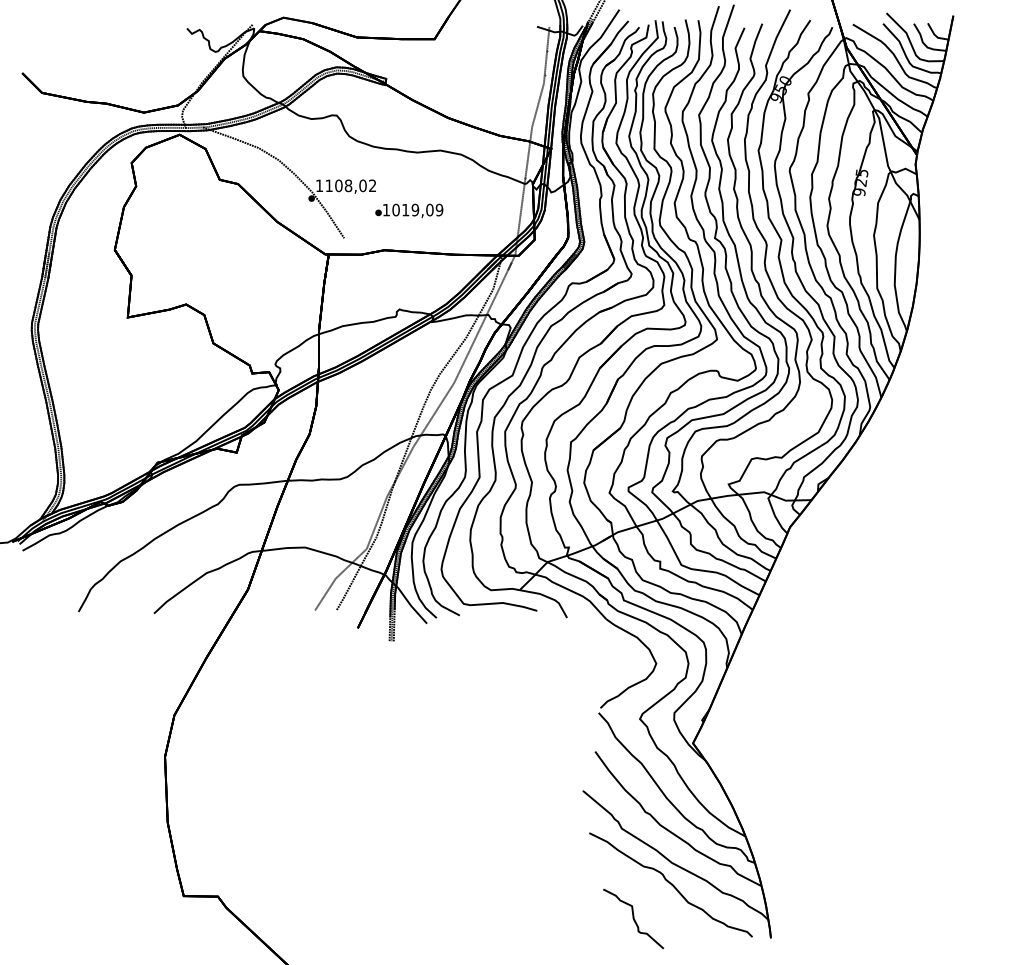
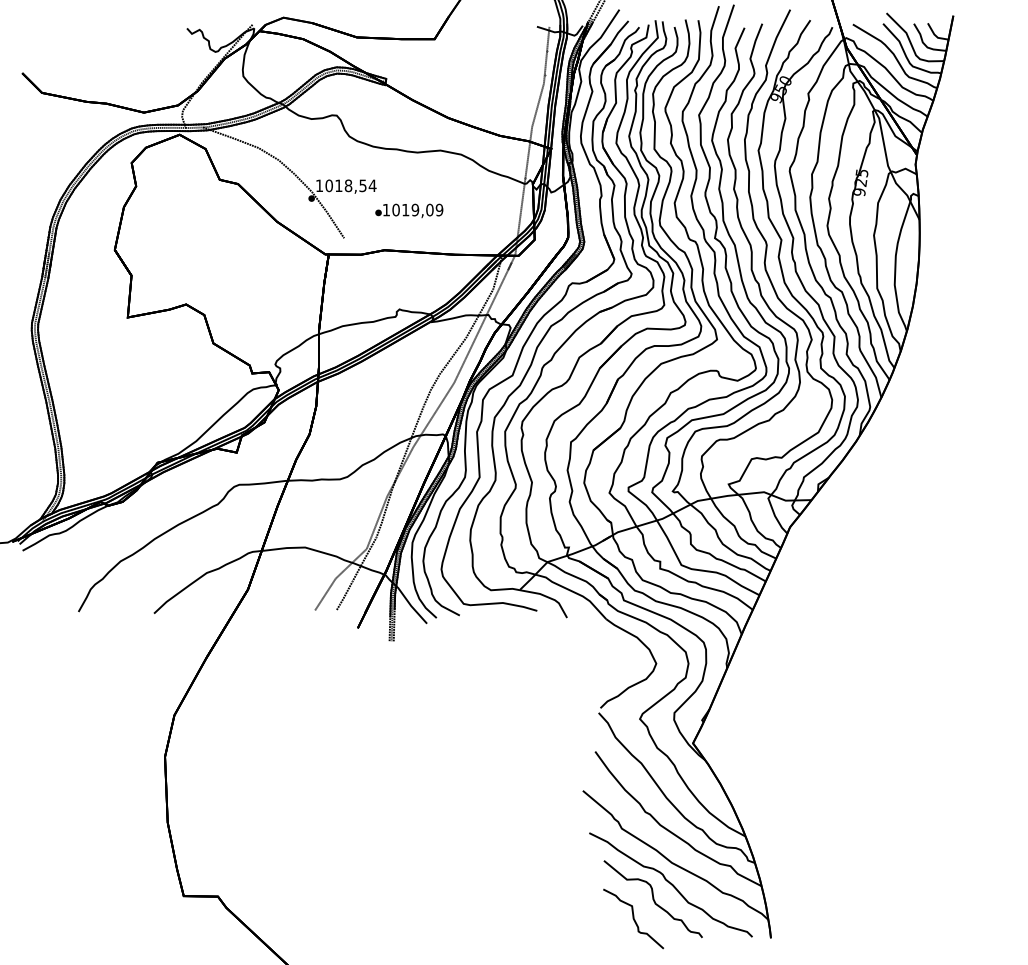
text at (350, 185): 1108,02 -> 1018,54
curve at (652, 899): none -> present
